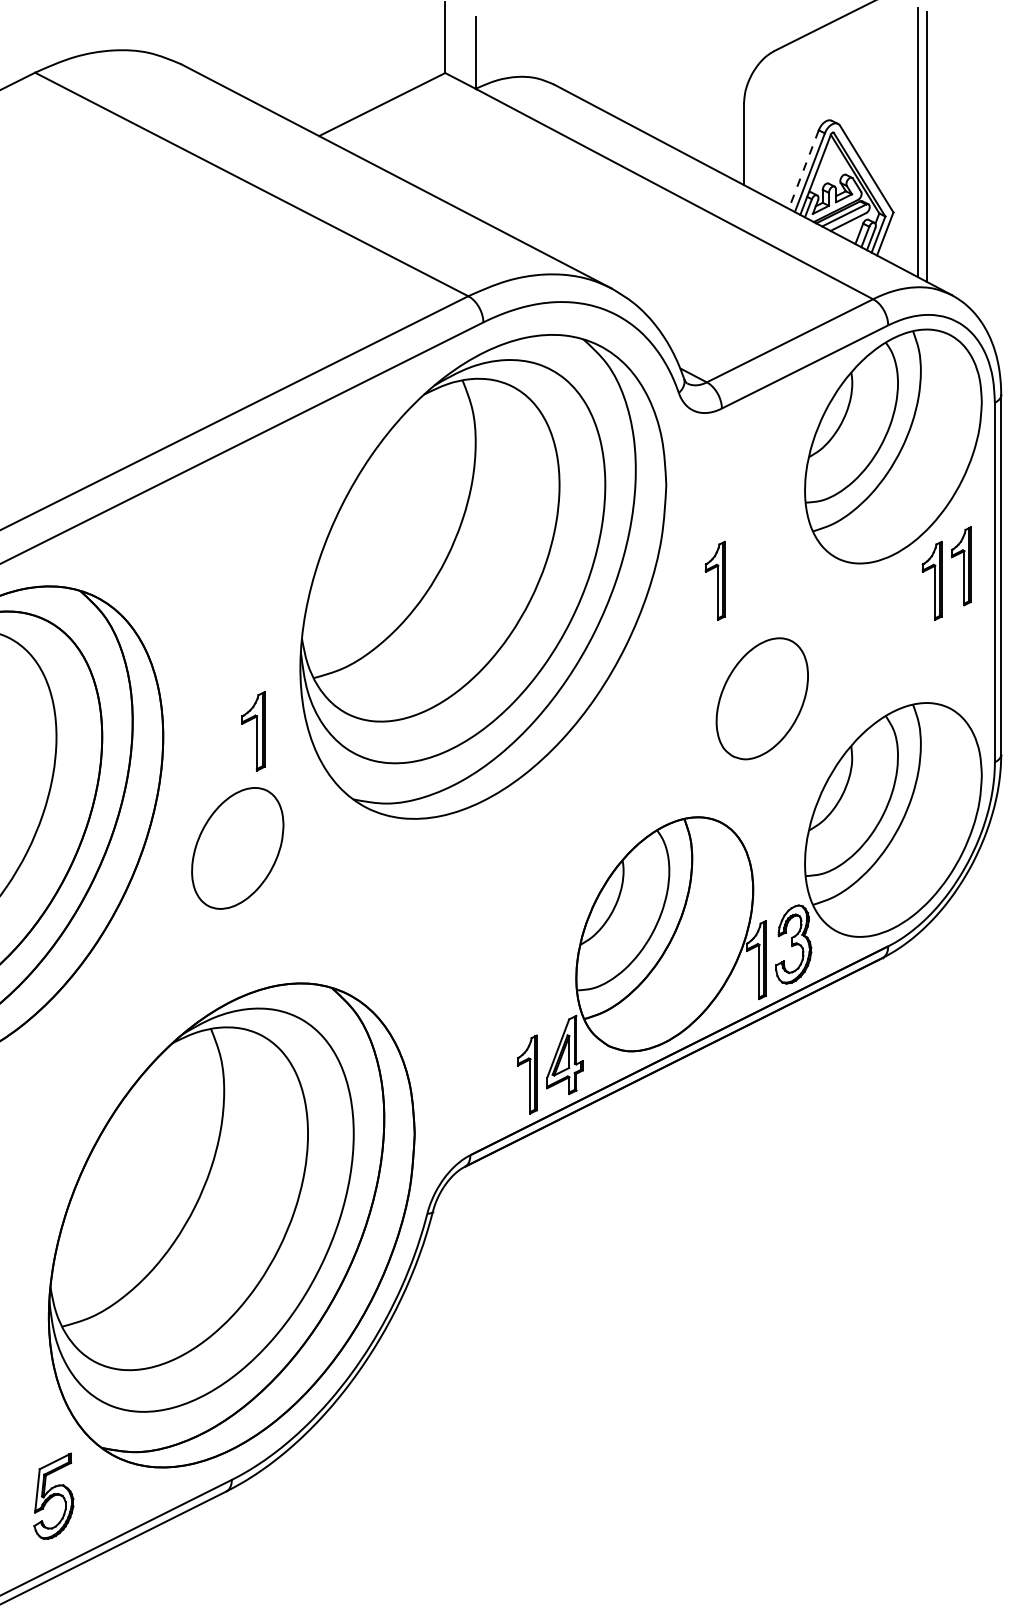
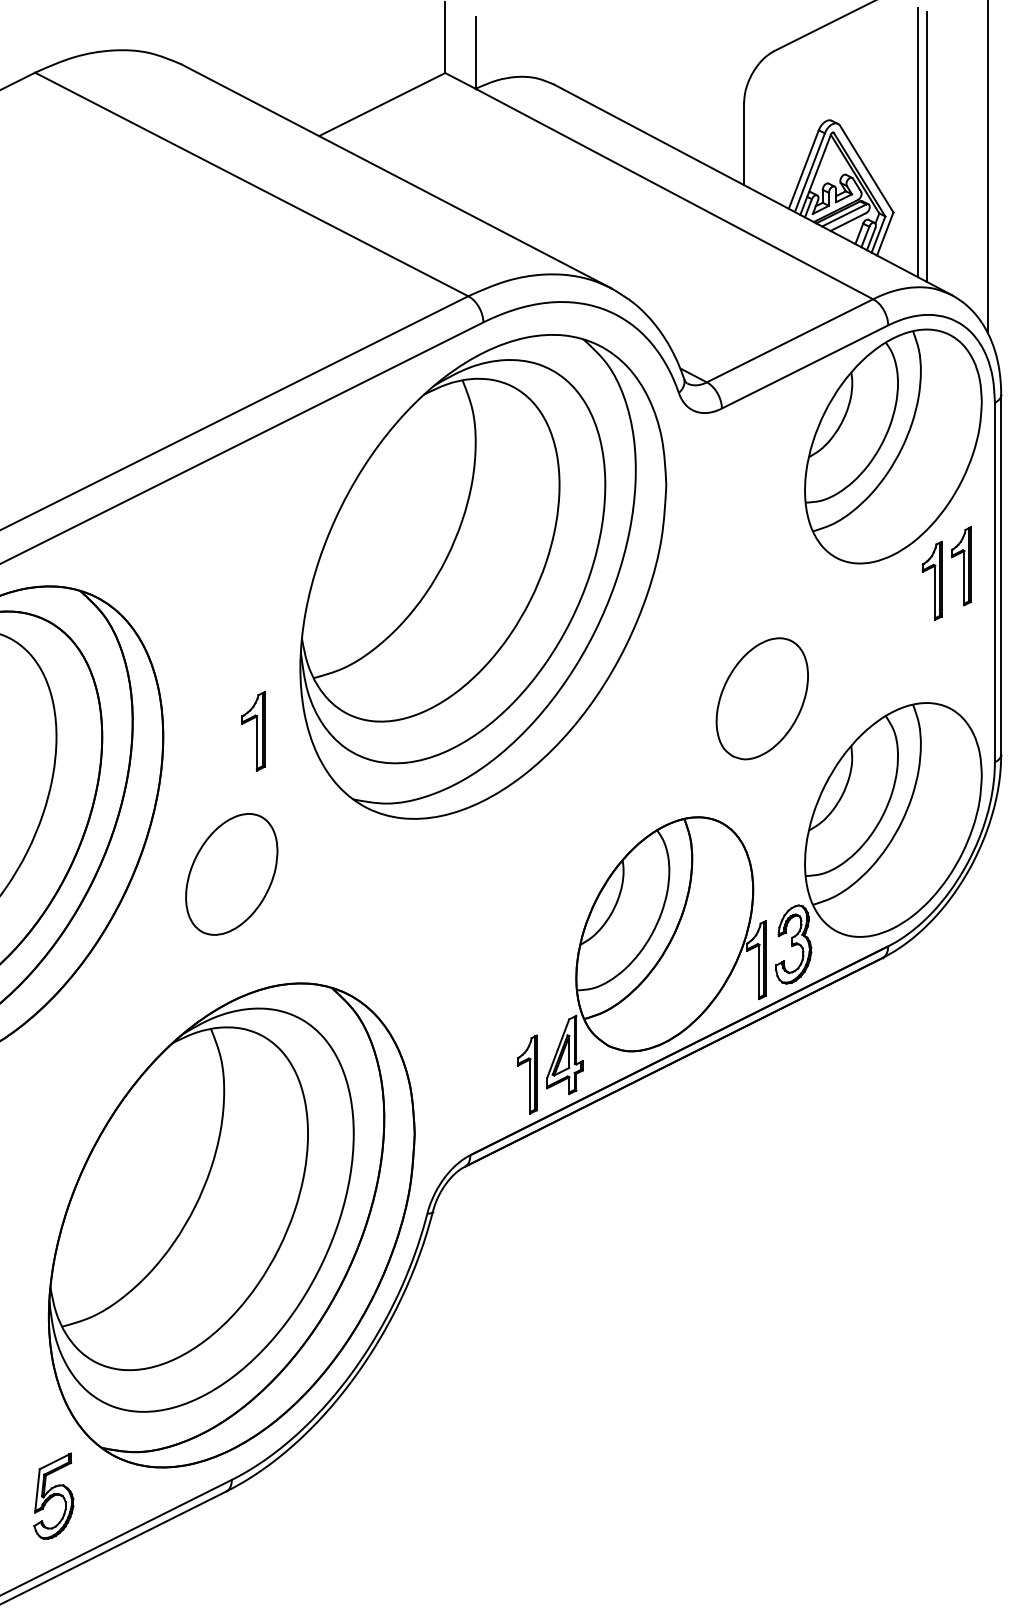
line at (987, 167): none -> present
line at (803, 169): dashed -> solid
part at (714, 580): present -> none
part at (237, 848) position: (237, 848) -> (231, 874)
